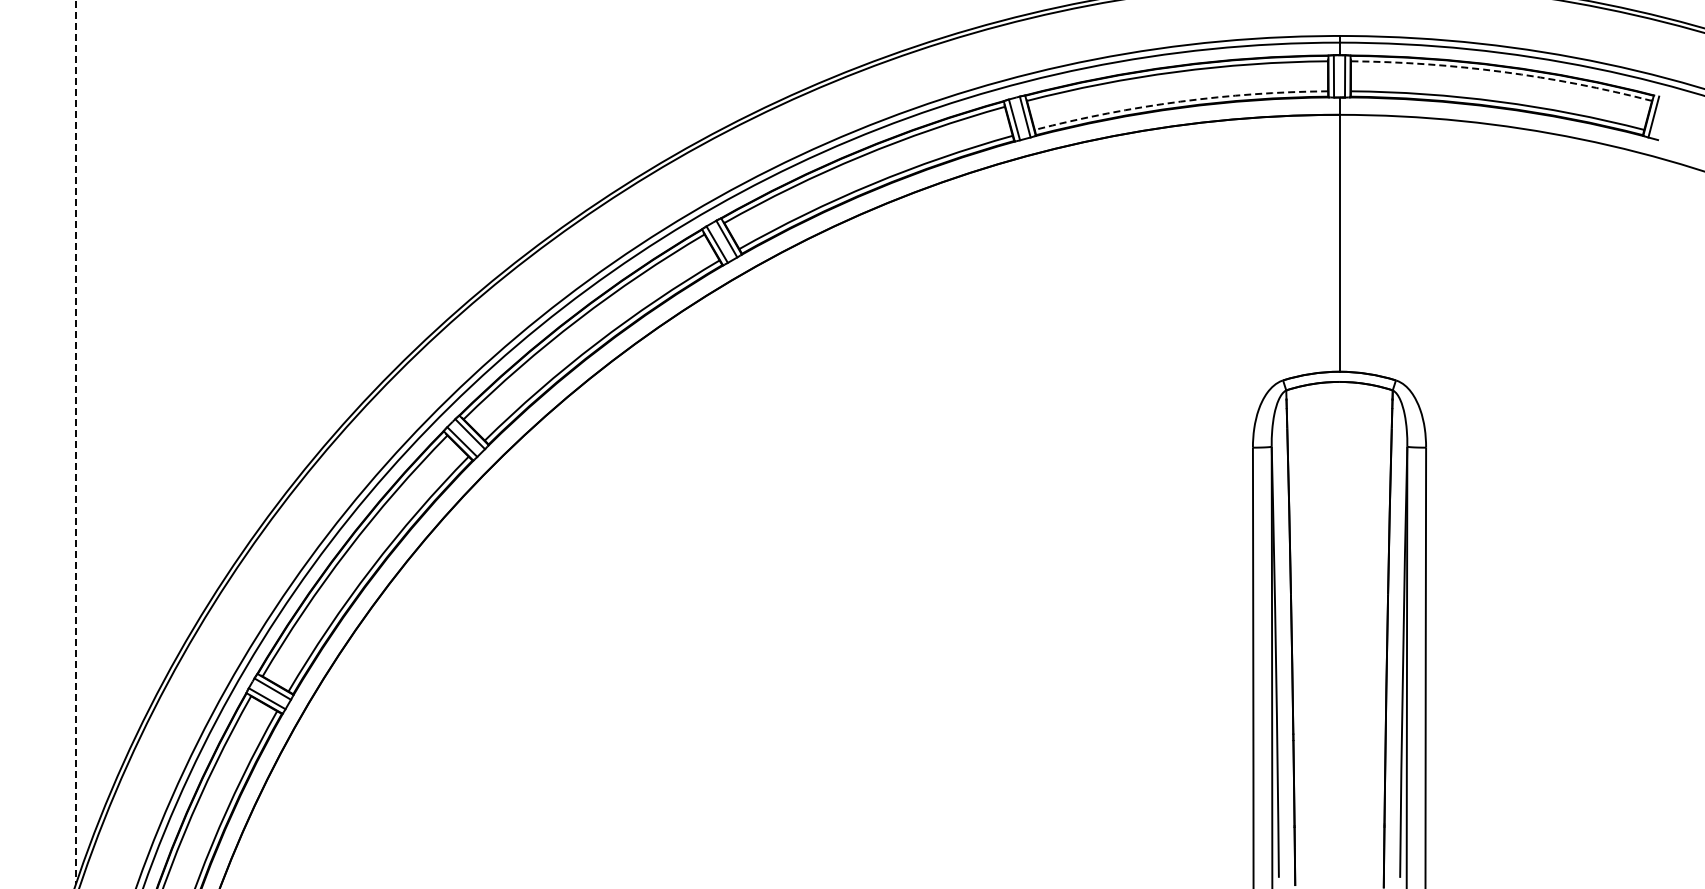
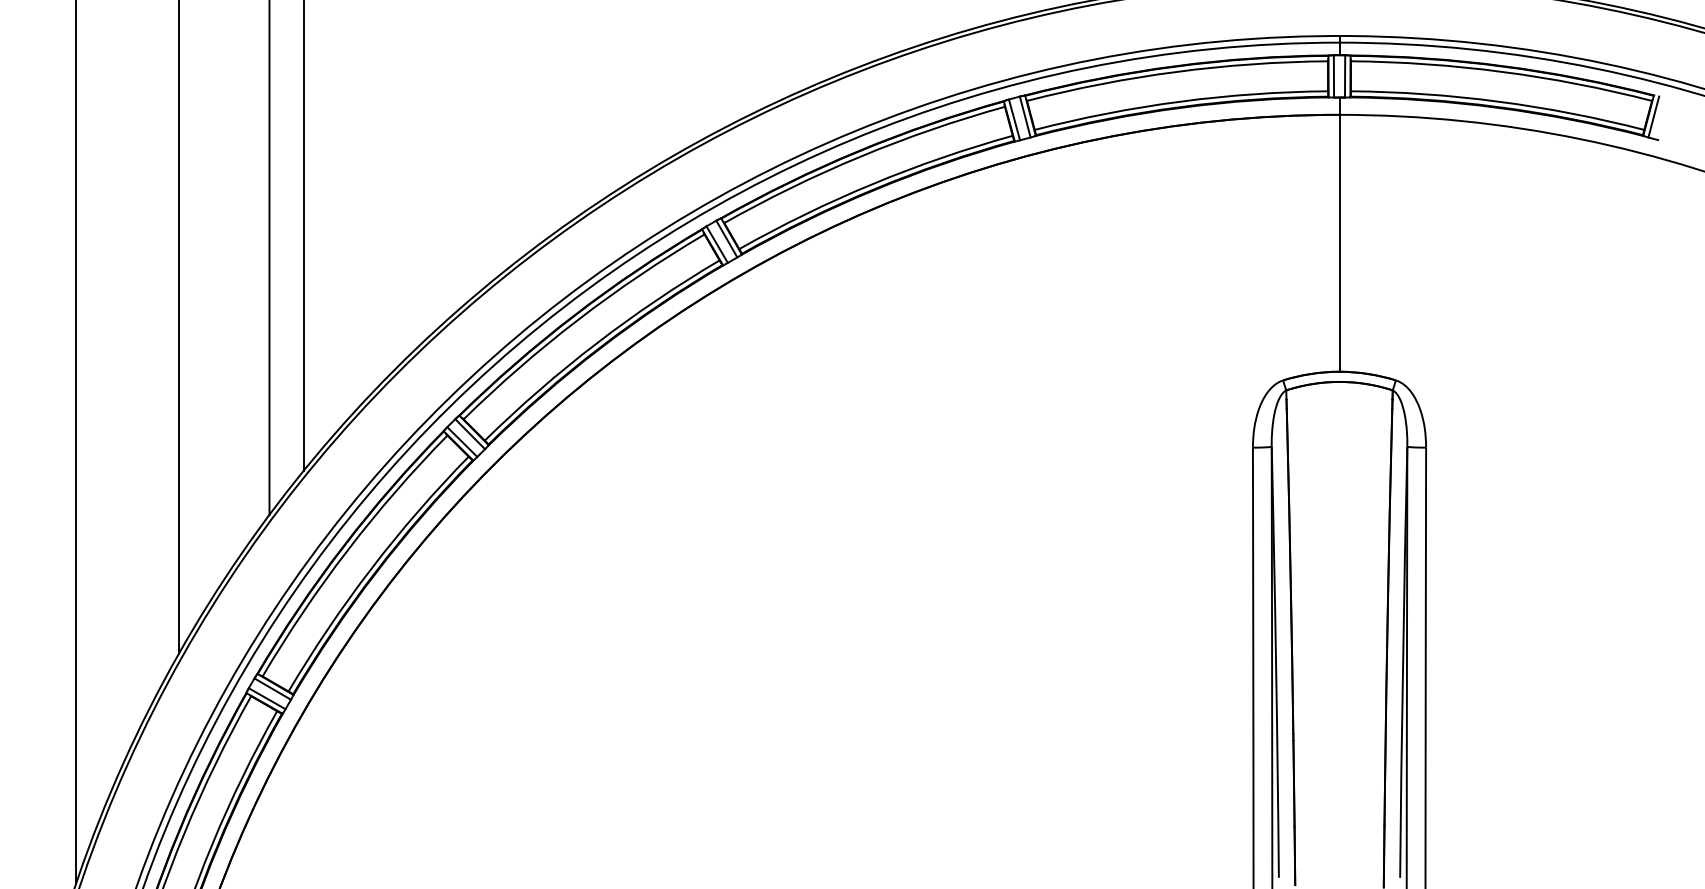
arc at (1502, 71): dashed -> solid
arc at (1180, 101): dashed -> solid
line at (304, 236): none -> present
line at (269, 258): none -> present
line at (178, 328): none -> present
line at (76, 442): dashed -> solid
